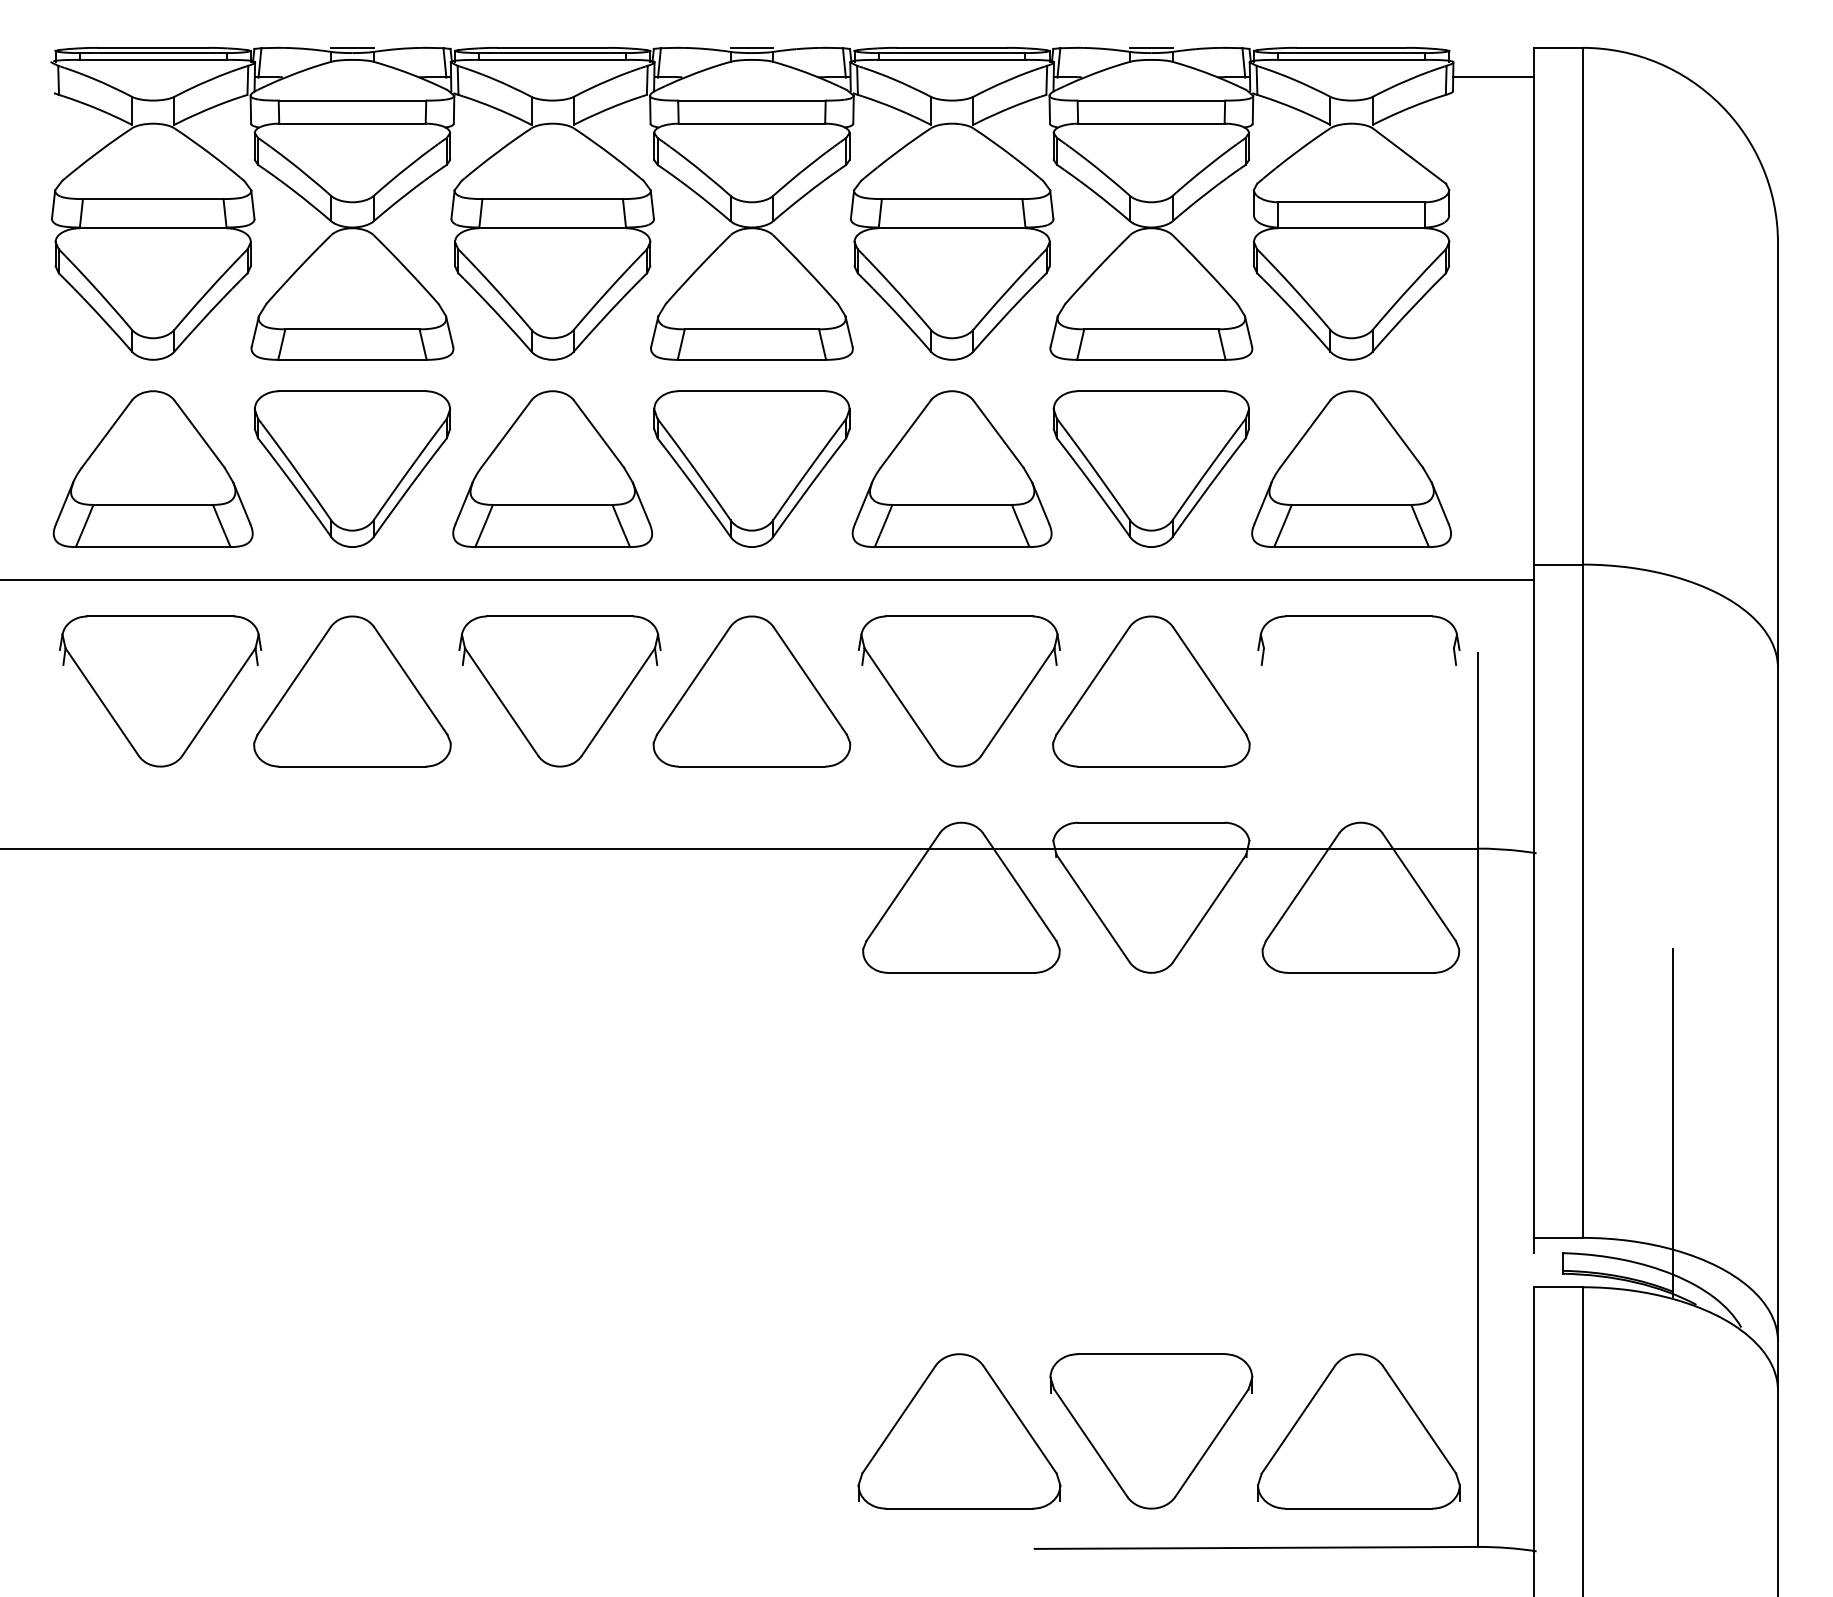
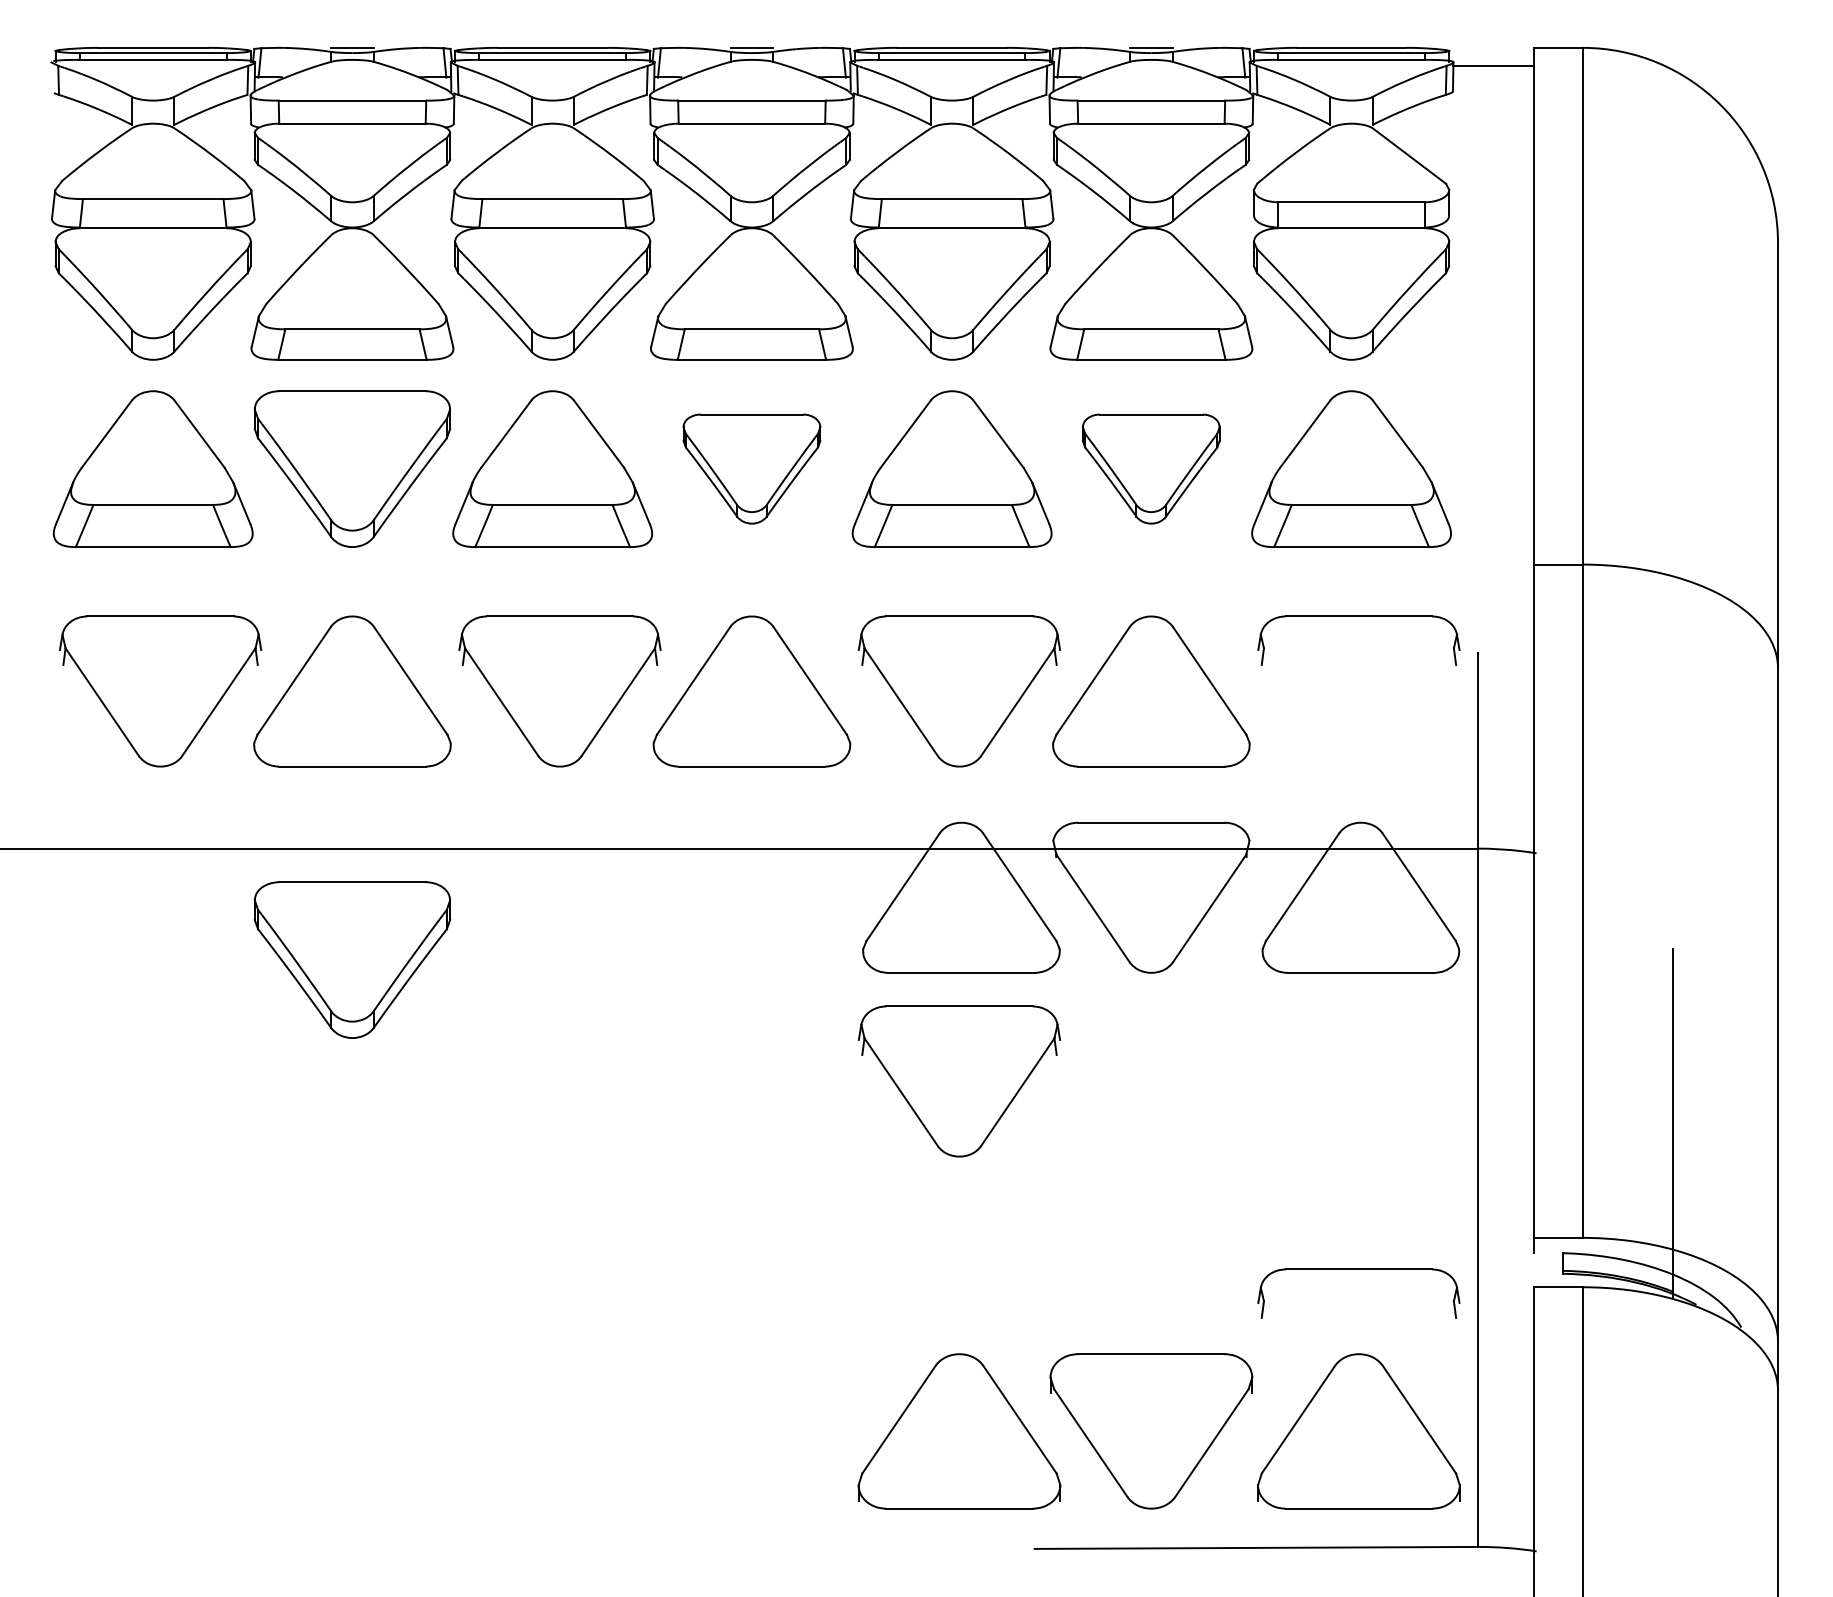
line at (1493, 77) position: (1493, 77) -> (1493, 66)
part at (751, 468) size: 198x158 px -> 140x112 px
part at (1150, 468) size: 198x158 px -> 139x112 px
line at (767, 580): present -> none
part at (352, 959): none -> present
part at (958, 1081): none -> present
part at (1358, 1269): none -> present
